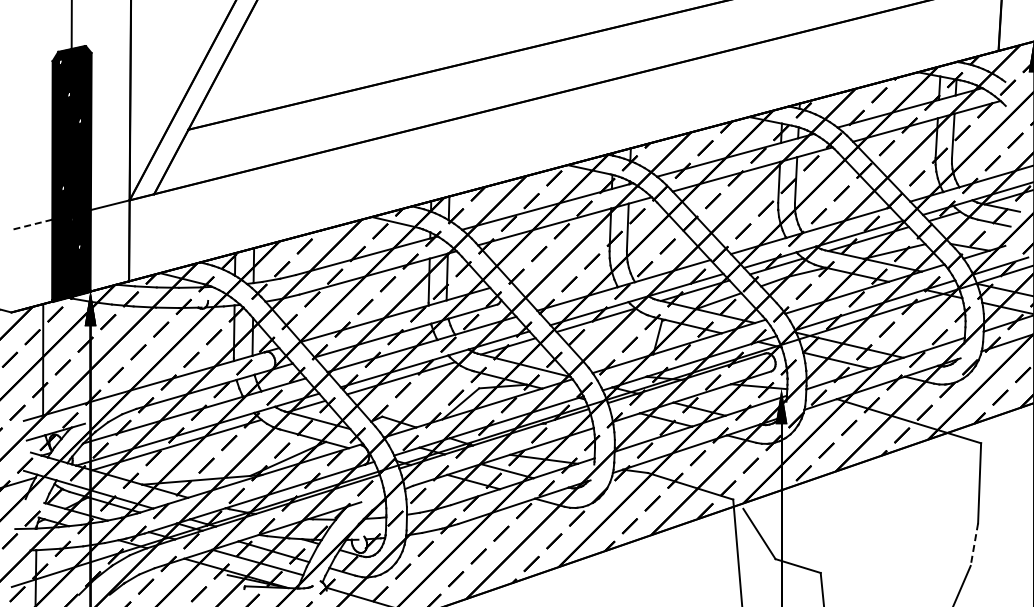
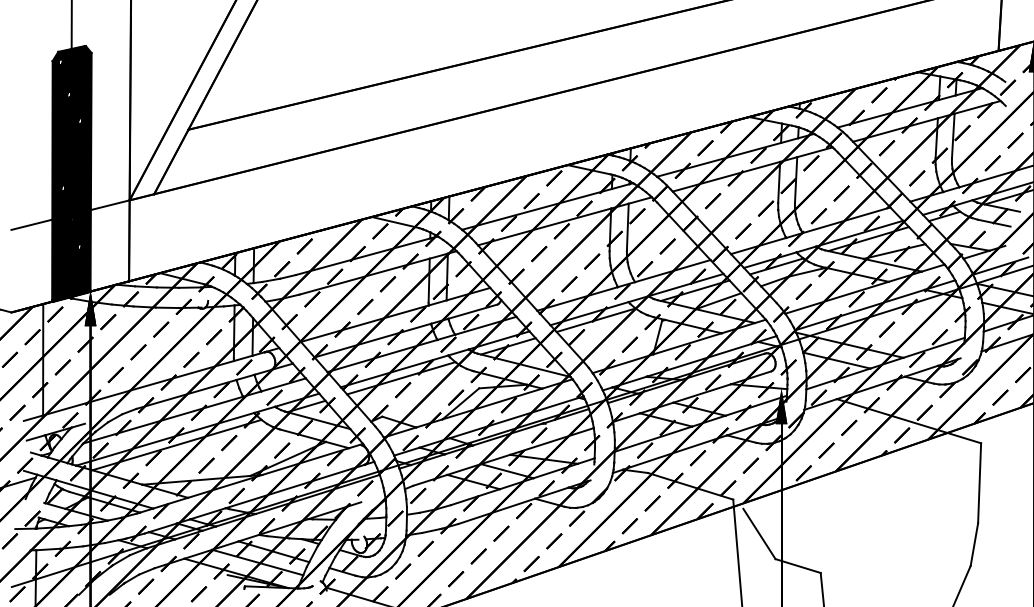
line at (31, 224): dashed -> solid
line at (974, 544): dashed -> solid
